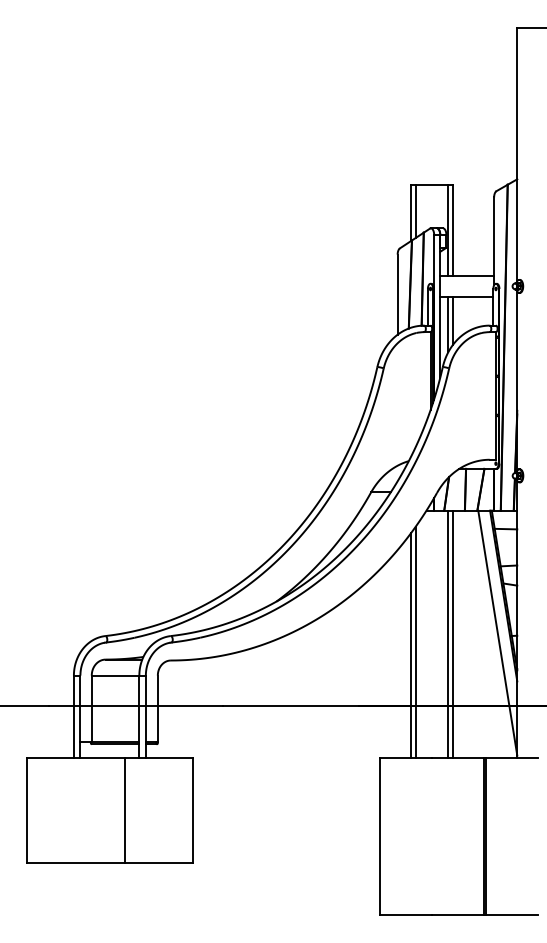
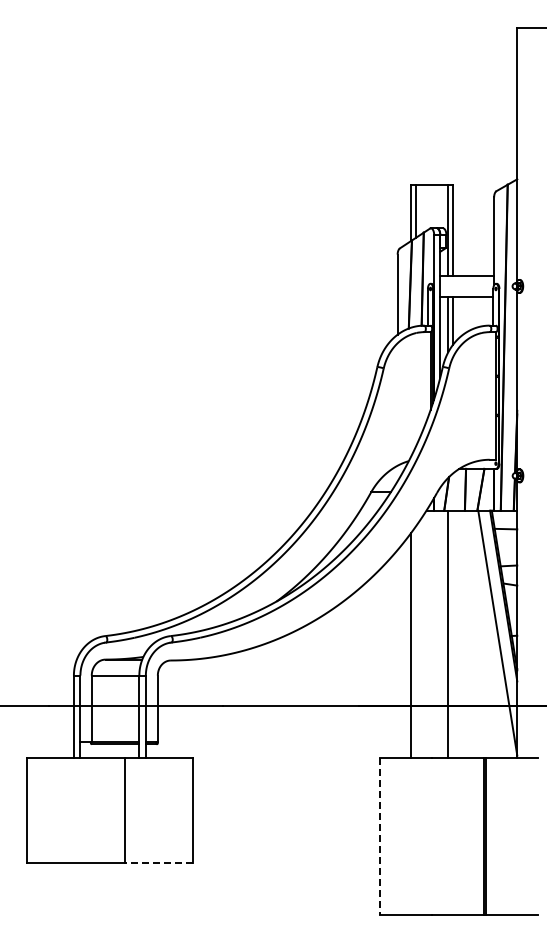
line at (452, 634): present -> none
line at (415, 642): present -> none
line at (379, 836): solid -> dashed
line at (158, 862): solid -> dashed
